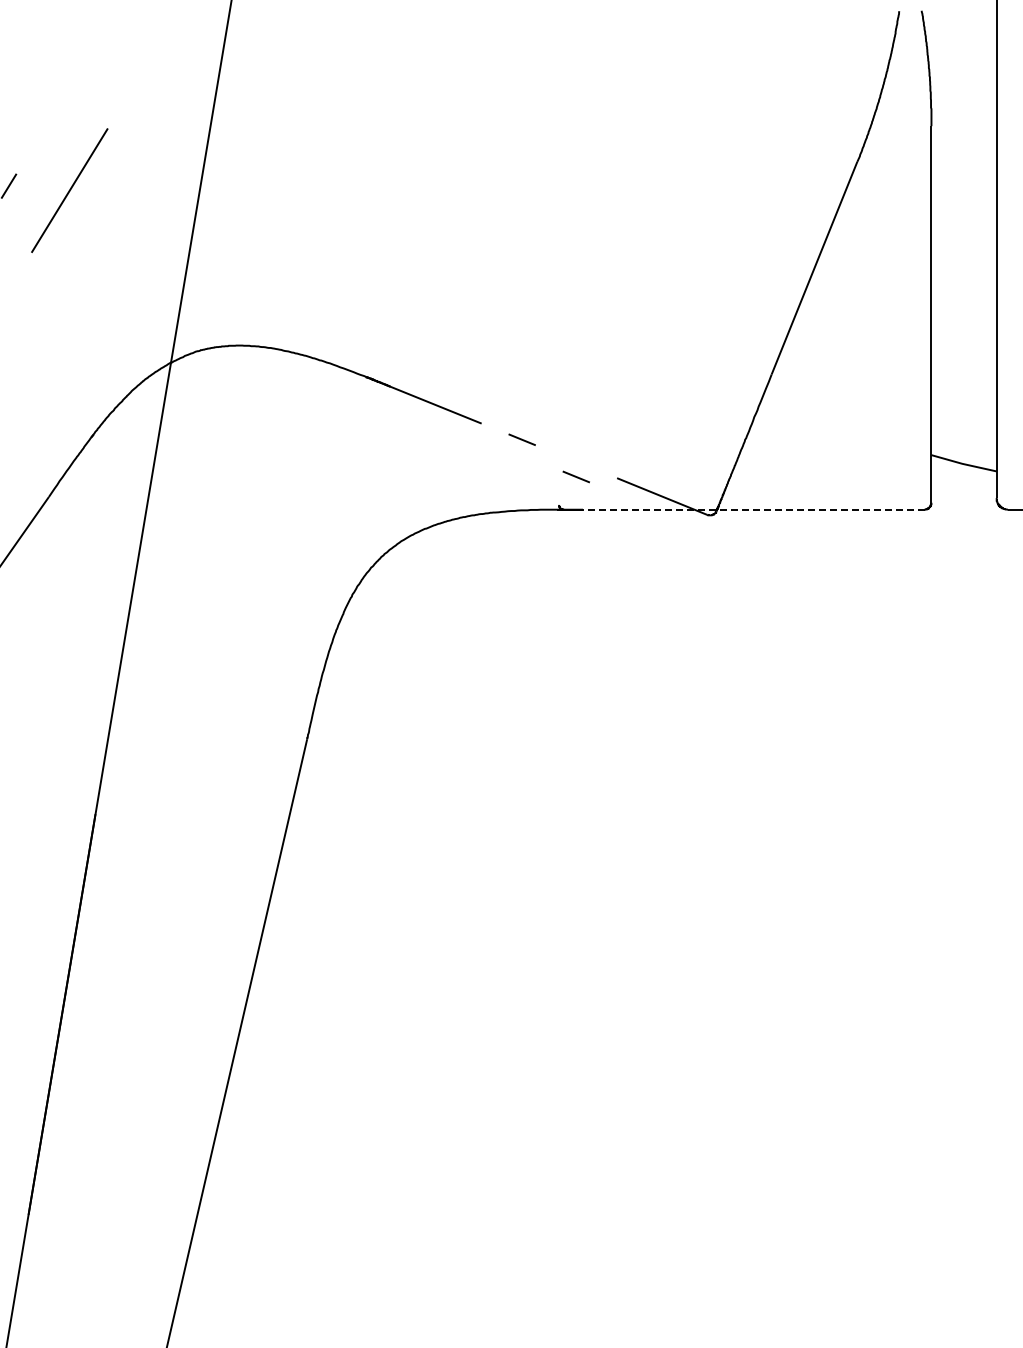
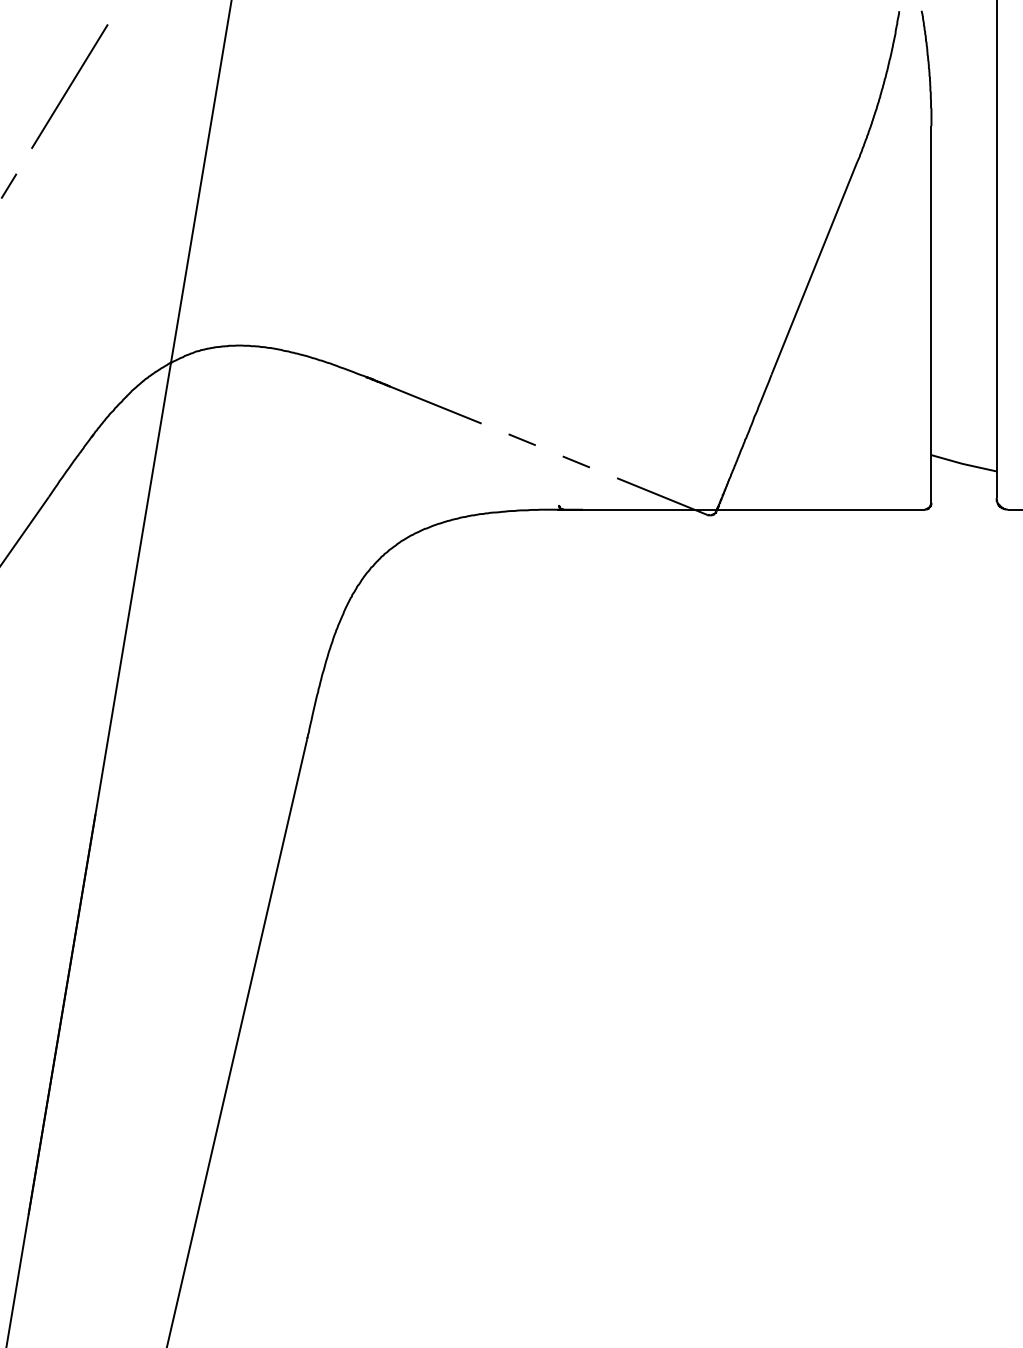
line at (69, 190) position: (69, 190) -> (69, 86)
line at (575, 476) position: (575, 476) -> (575, 461)
line at (753, 509): dashed -> solid
